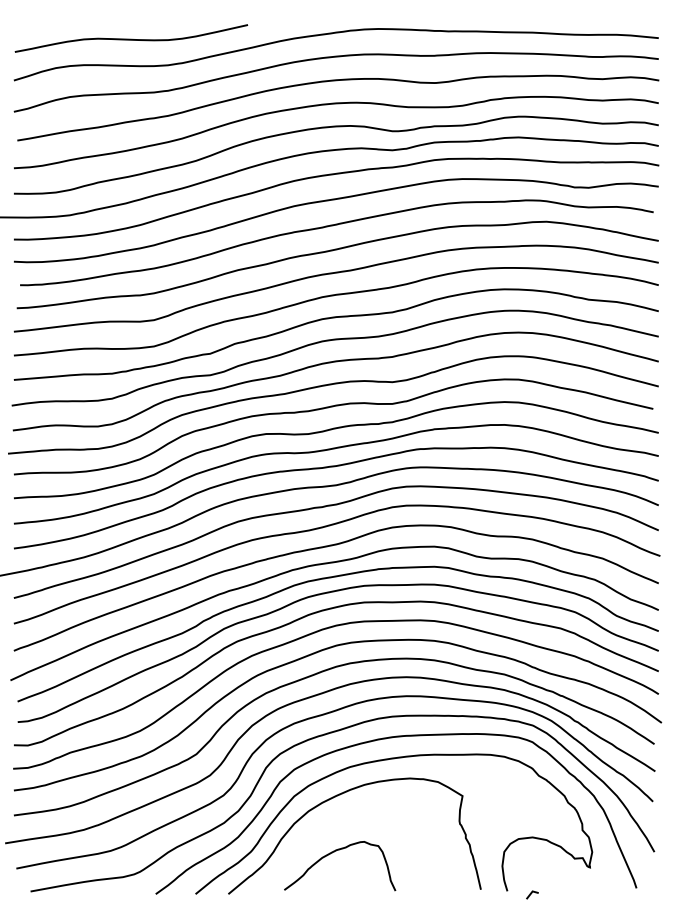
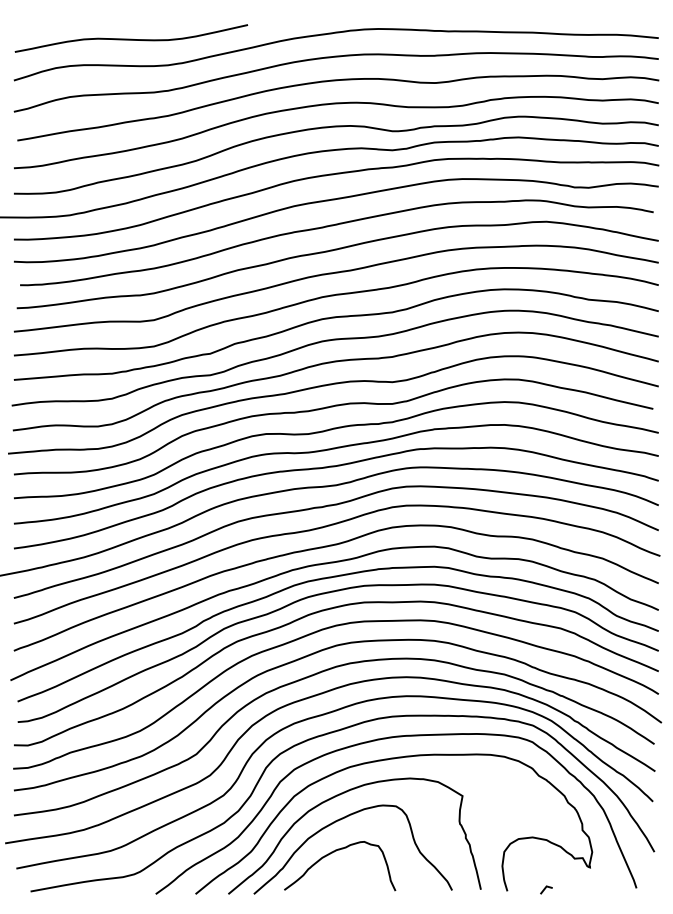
curve at (338, 821): none -> present
line at (532, 893) position: (532, 893) -> (546, 888)
